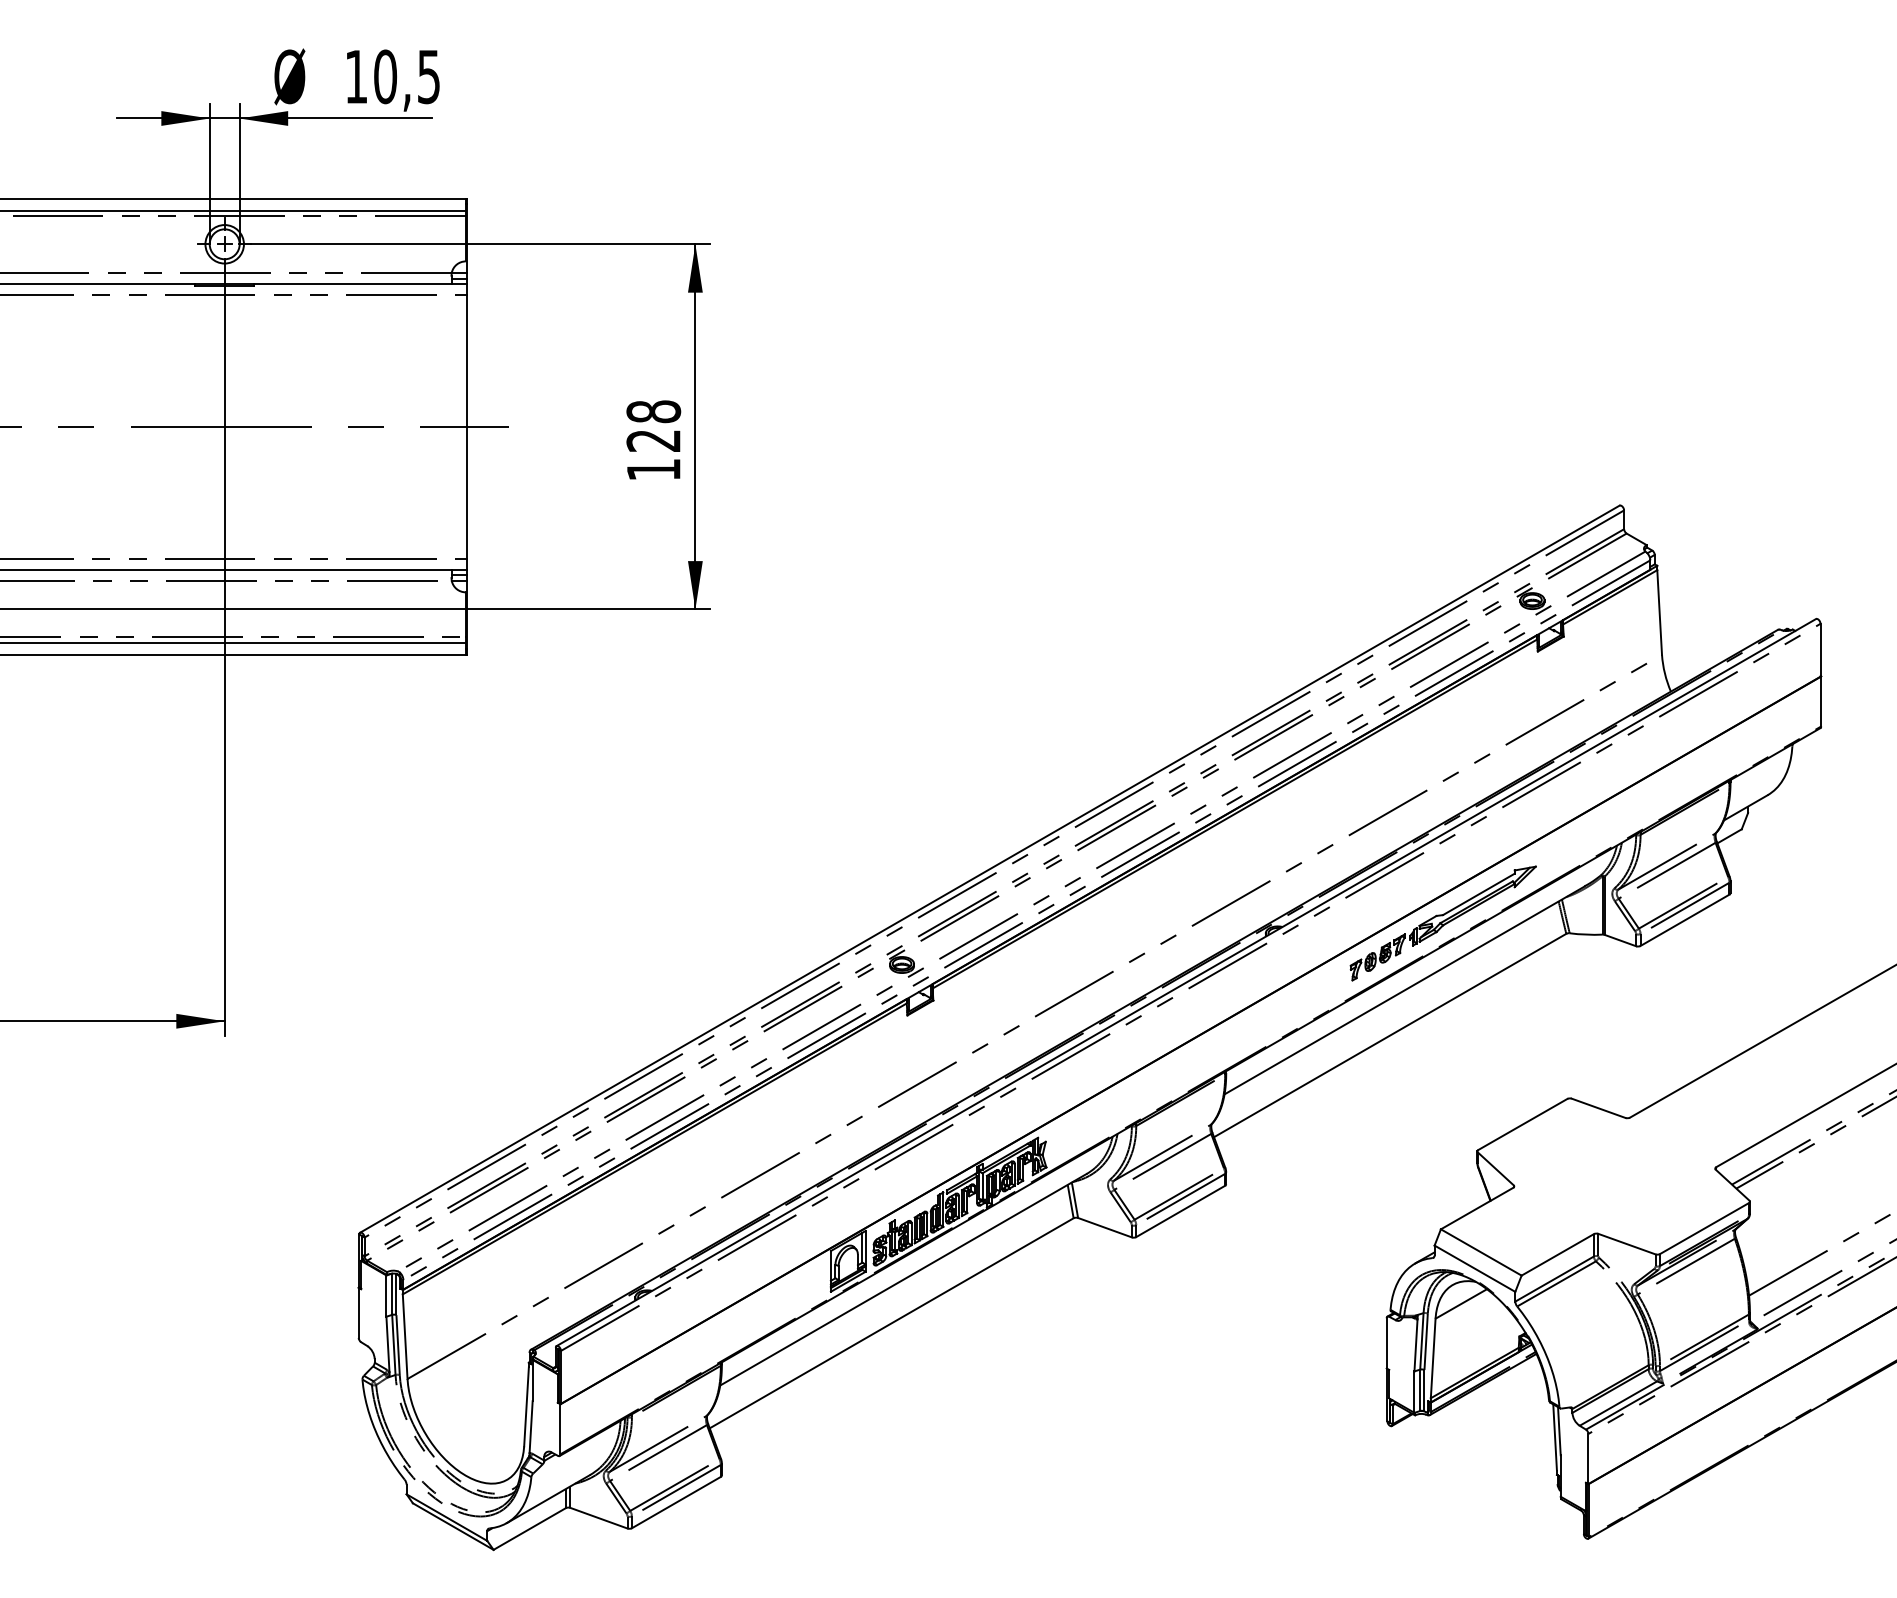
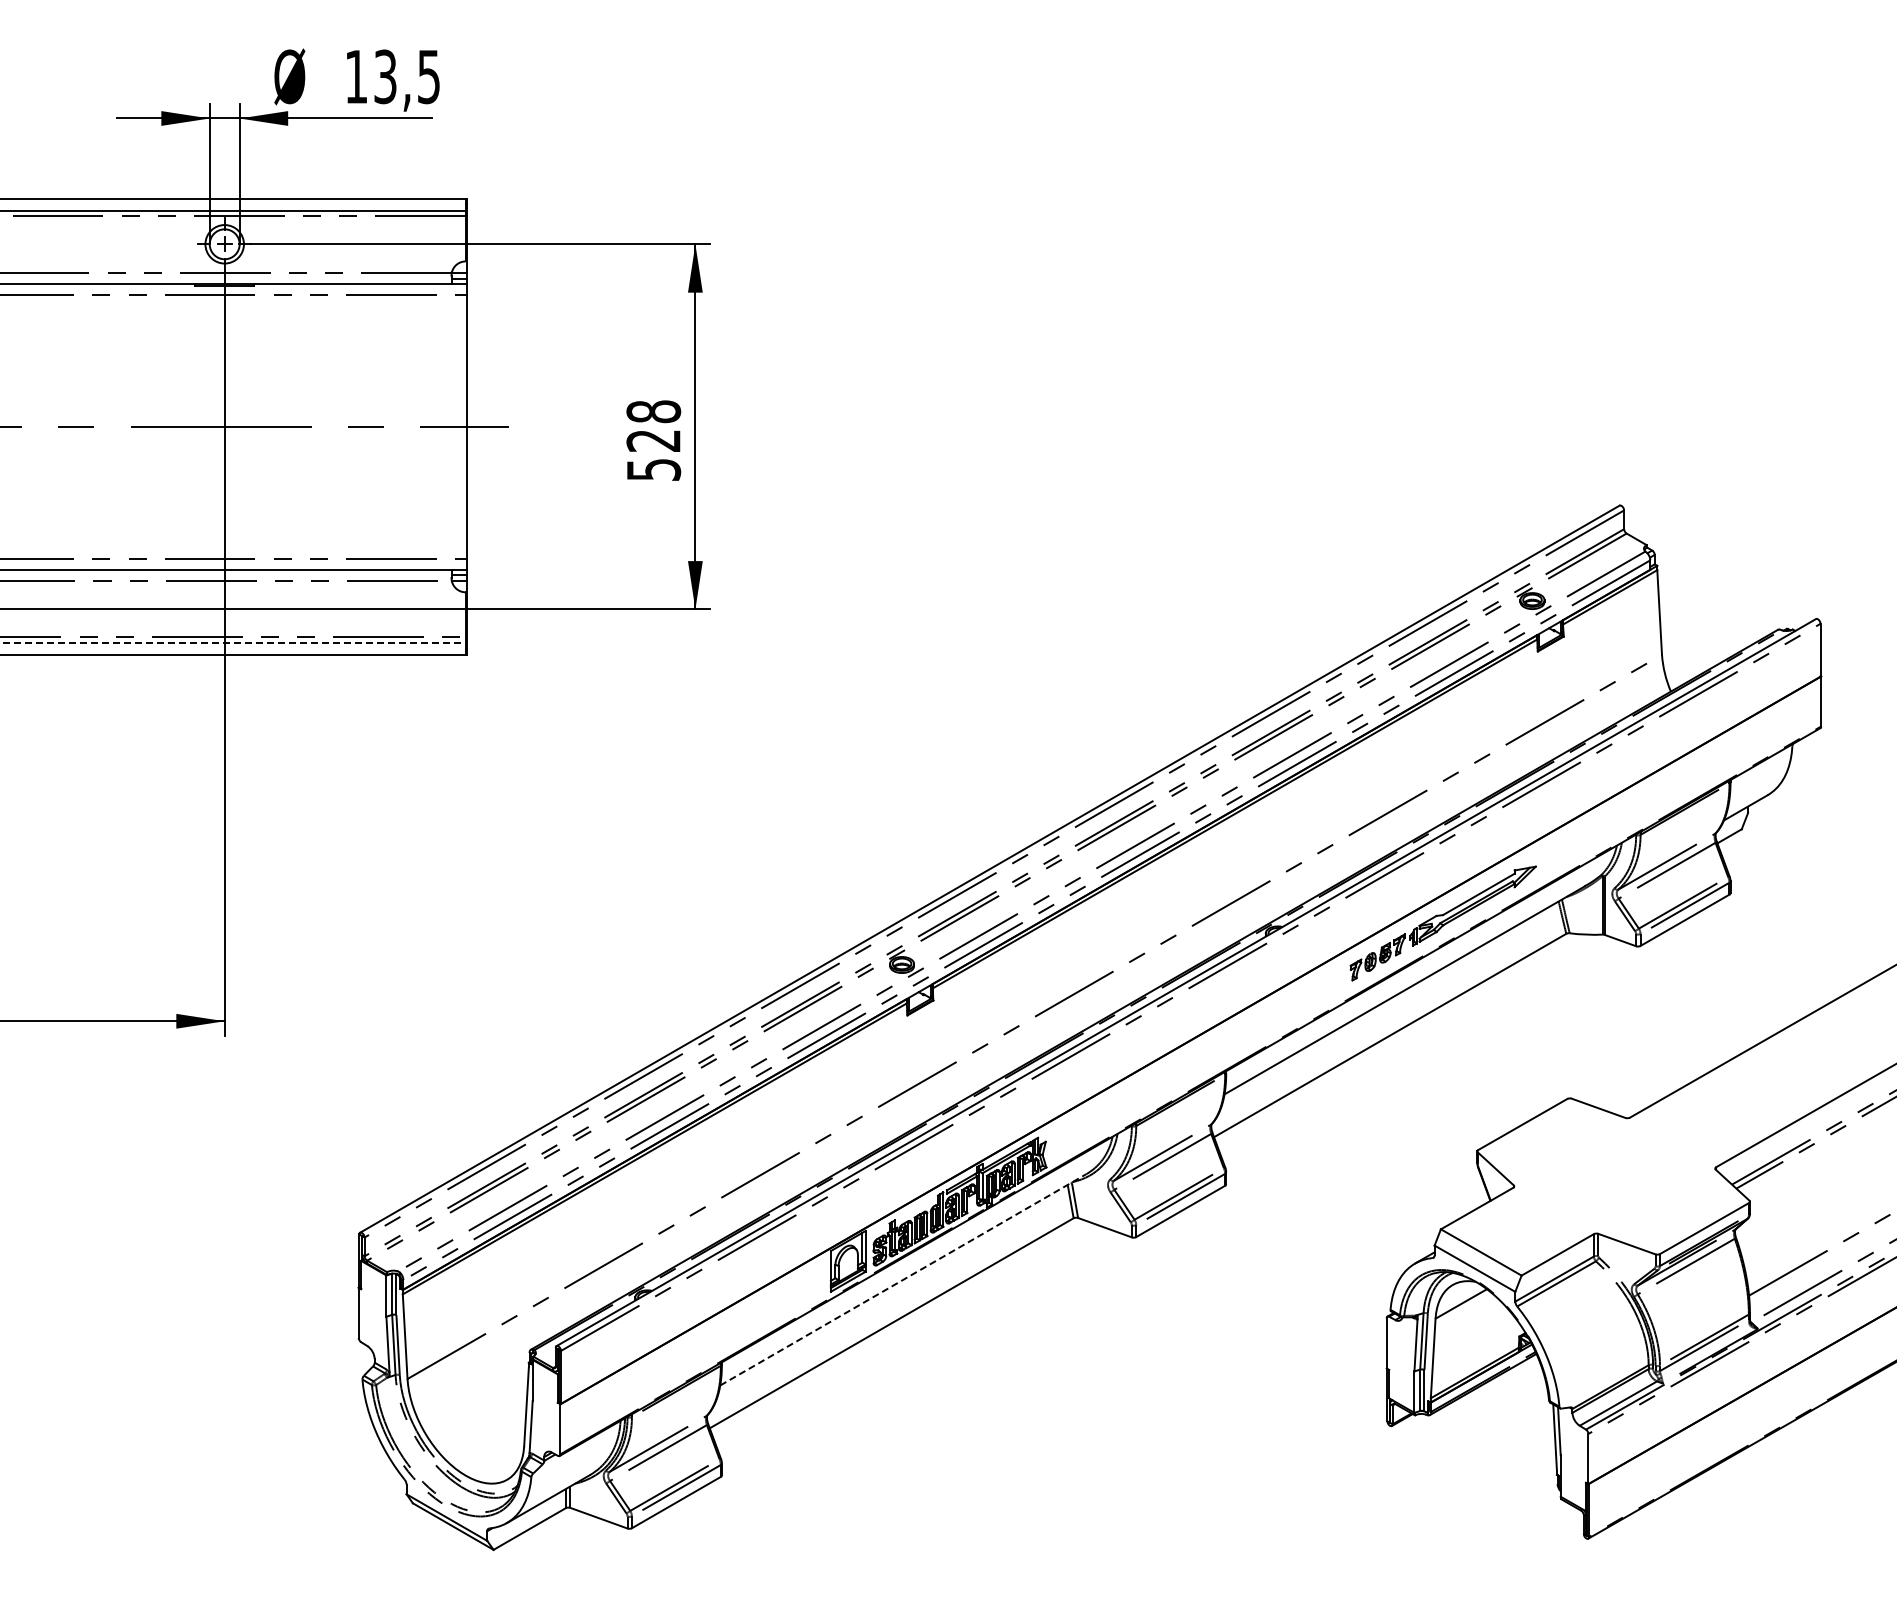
text at (385, 76): 10,5 -> 13,5
text at (654, 469): 128 -> 528
line at (233, 643): solid -> dashed
line at (903, 1279): solid -> dashed
